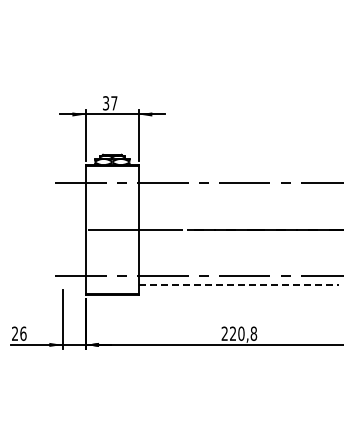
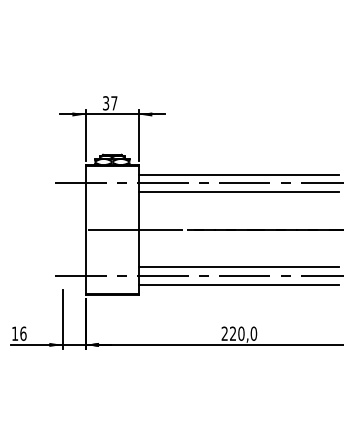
line at (239, 174): none -> present
line at (239, 192): none -> present
line at (239, 267): none -> present
line at (239, 284): dashed -> solid
text at (14, 333): 26 -> 16
text at (253, 333): 220,8 -> 220,0
